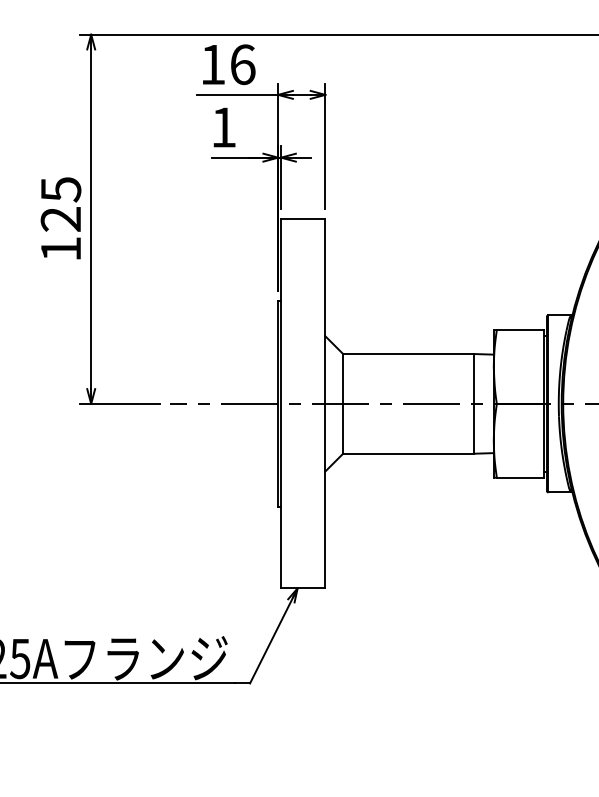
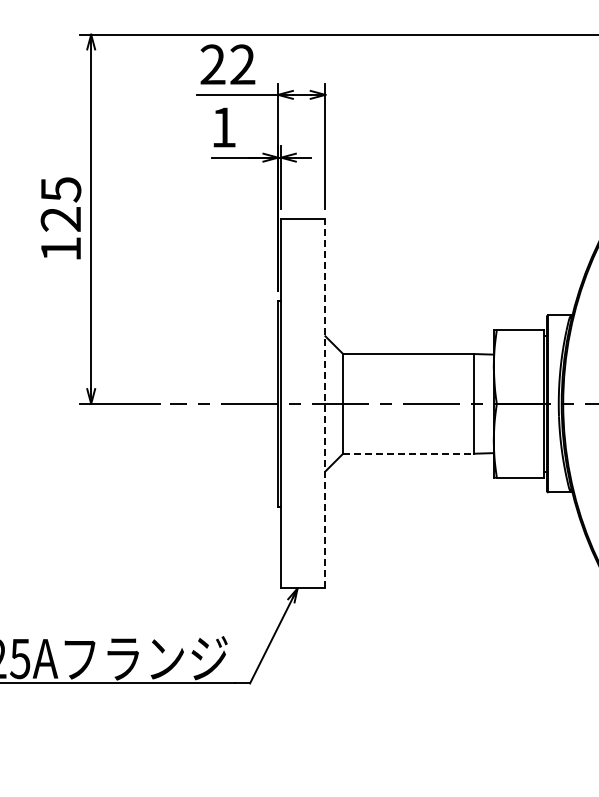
text at (227, 64): 16 -> 22
line at (325, 403): solid -> dashed
line at (409, 453): solid -> dashed
